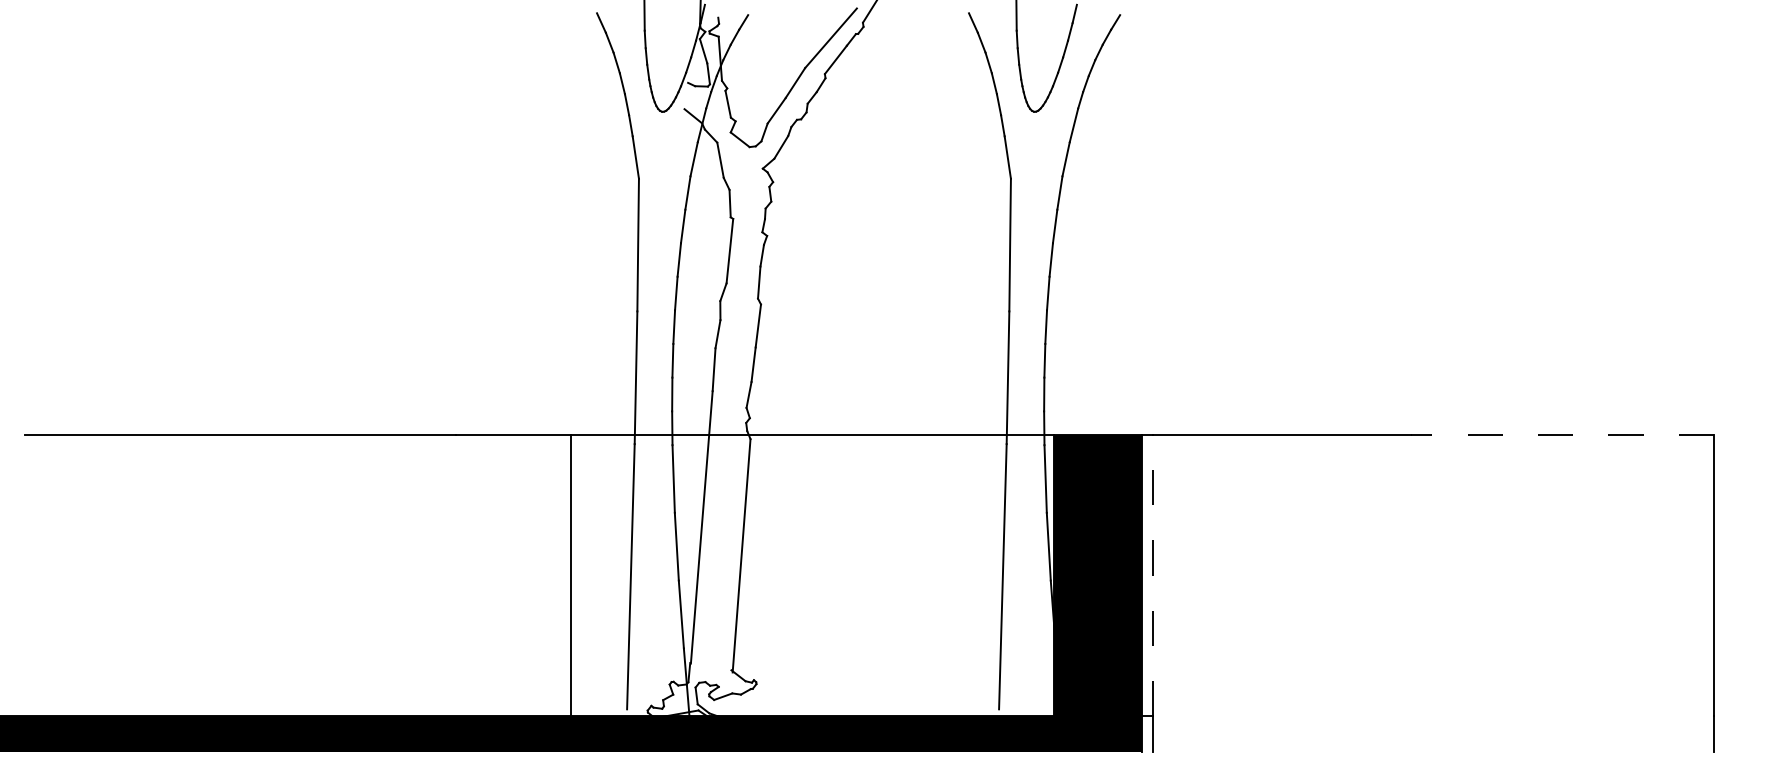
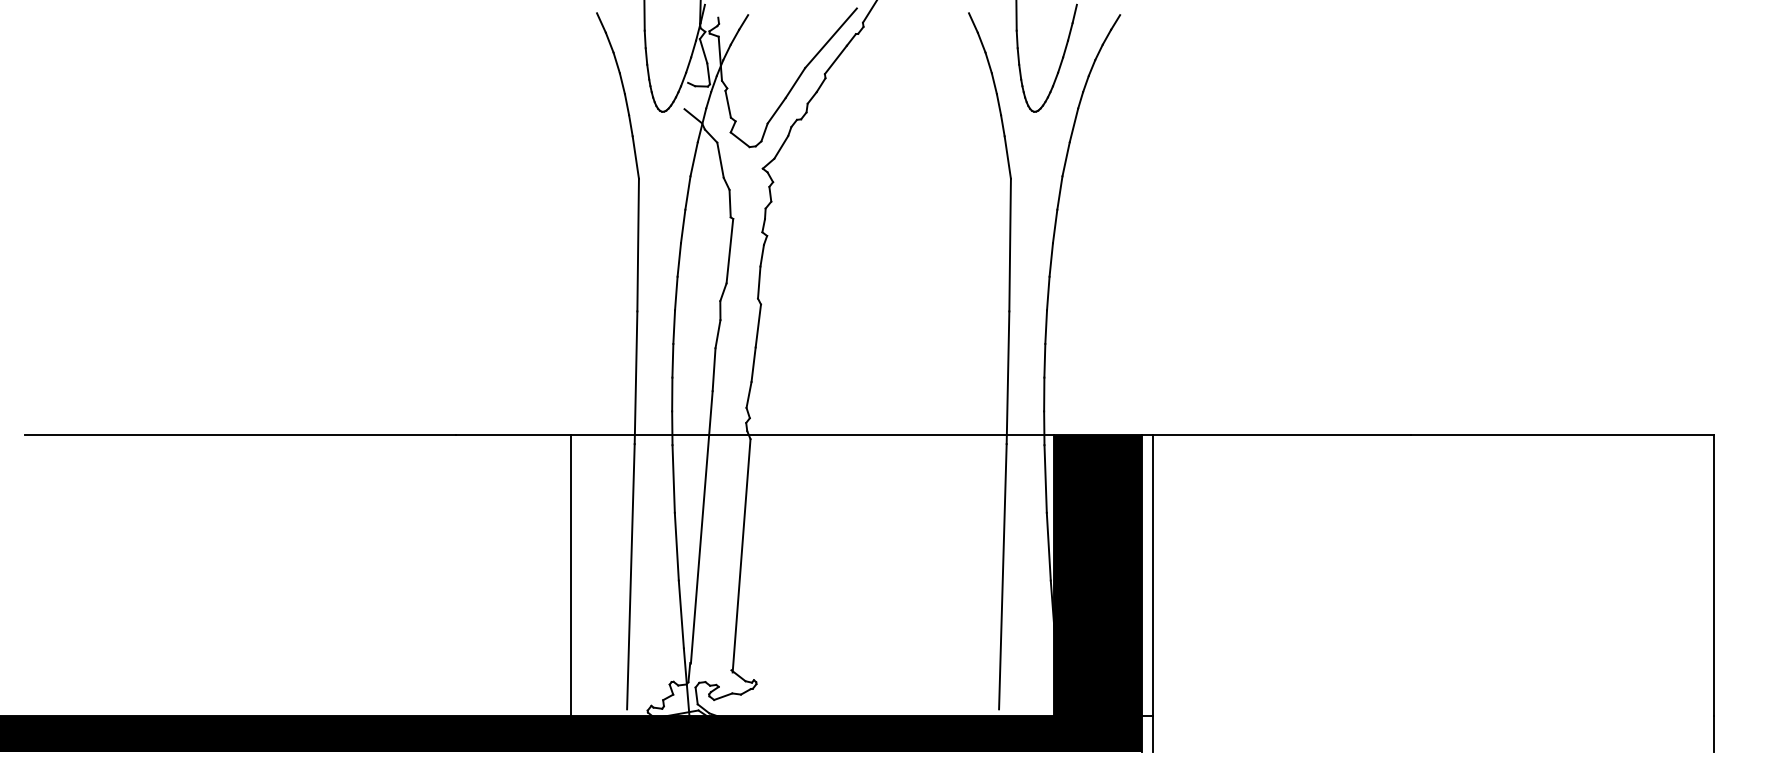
line at (1562, 434): dashed -> solid
line at (1153, 575): dashed -> solid
